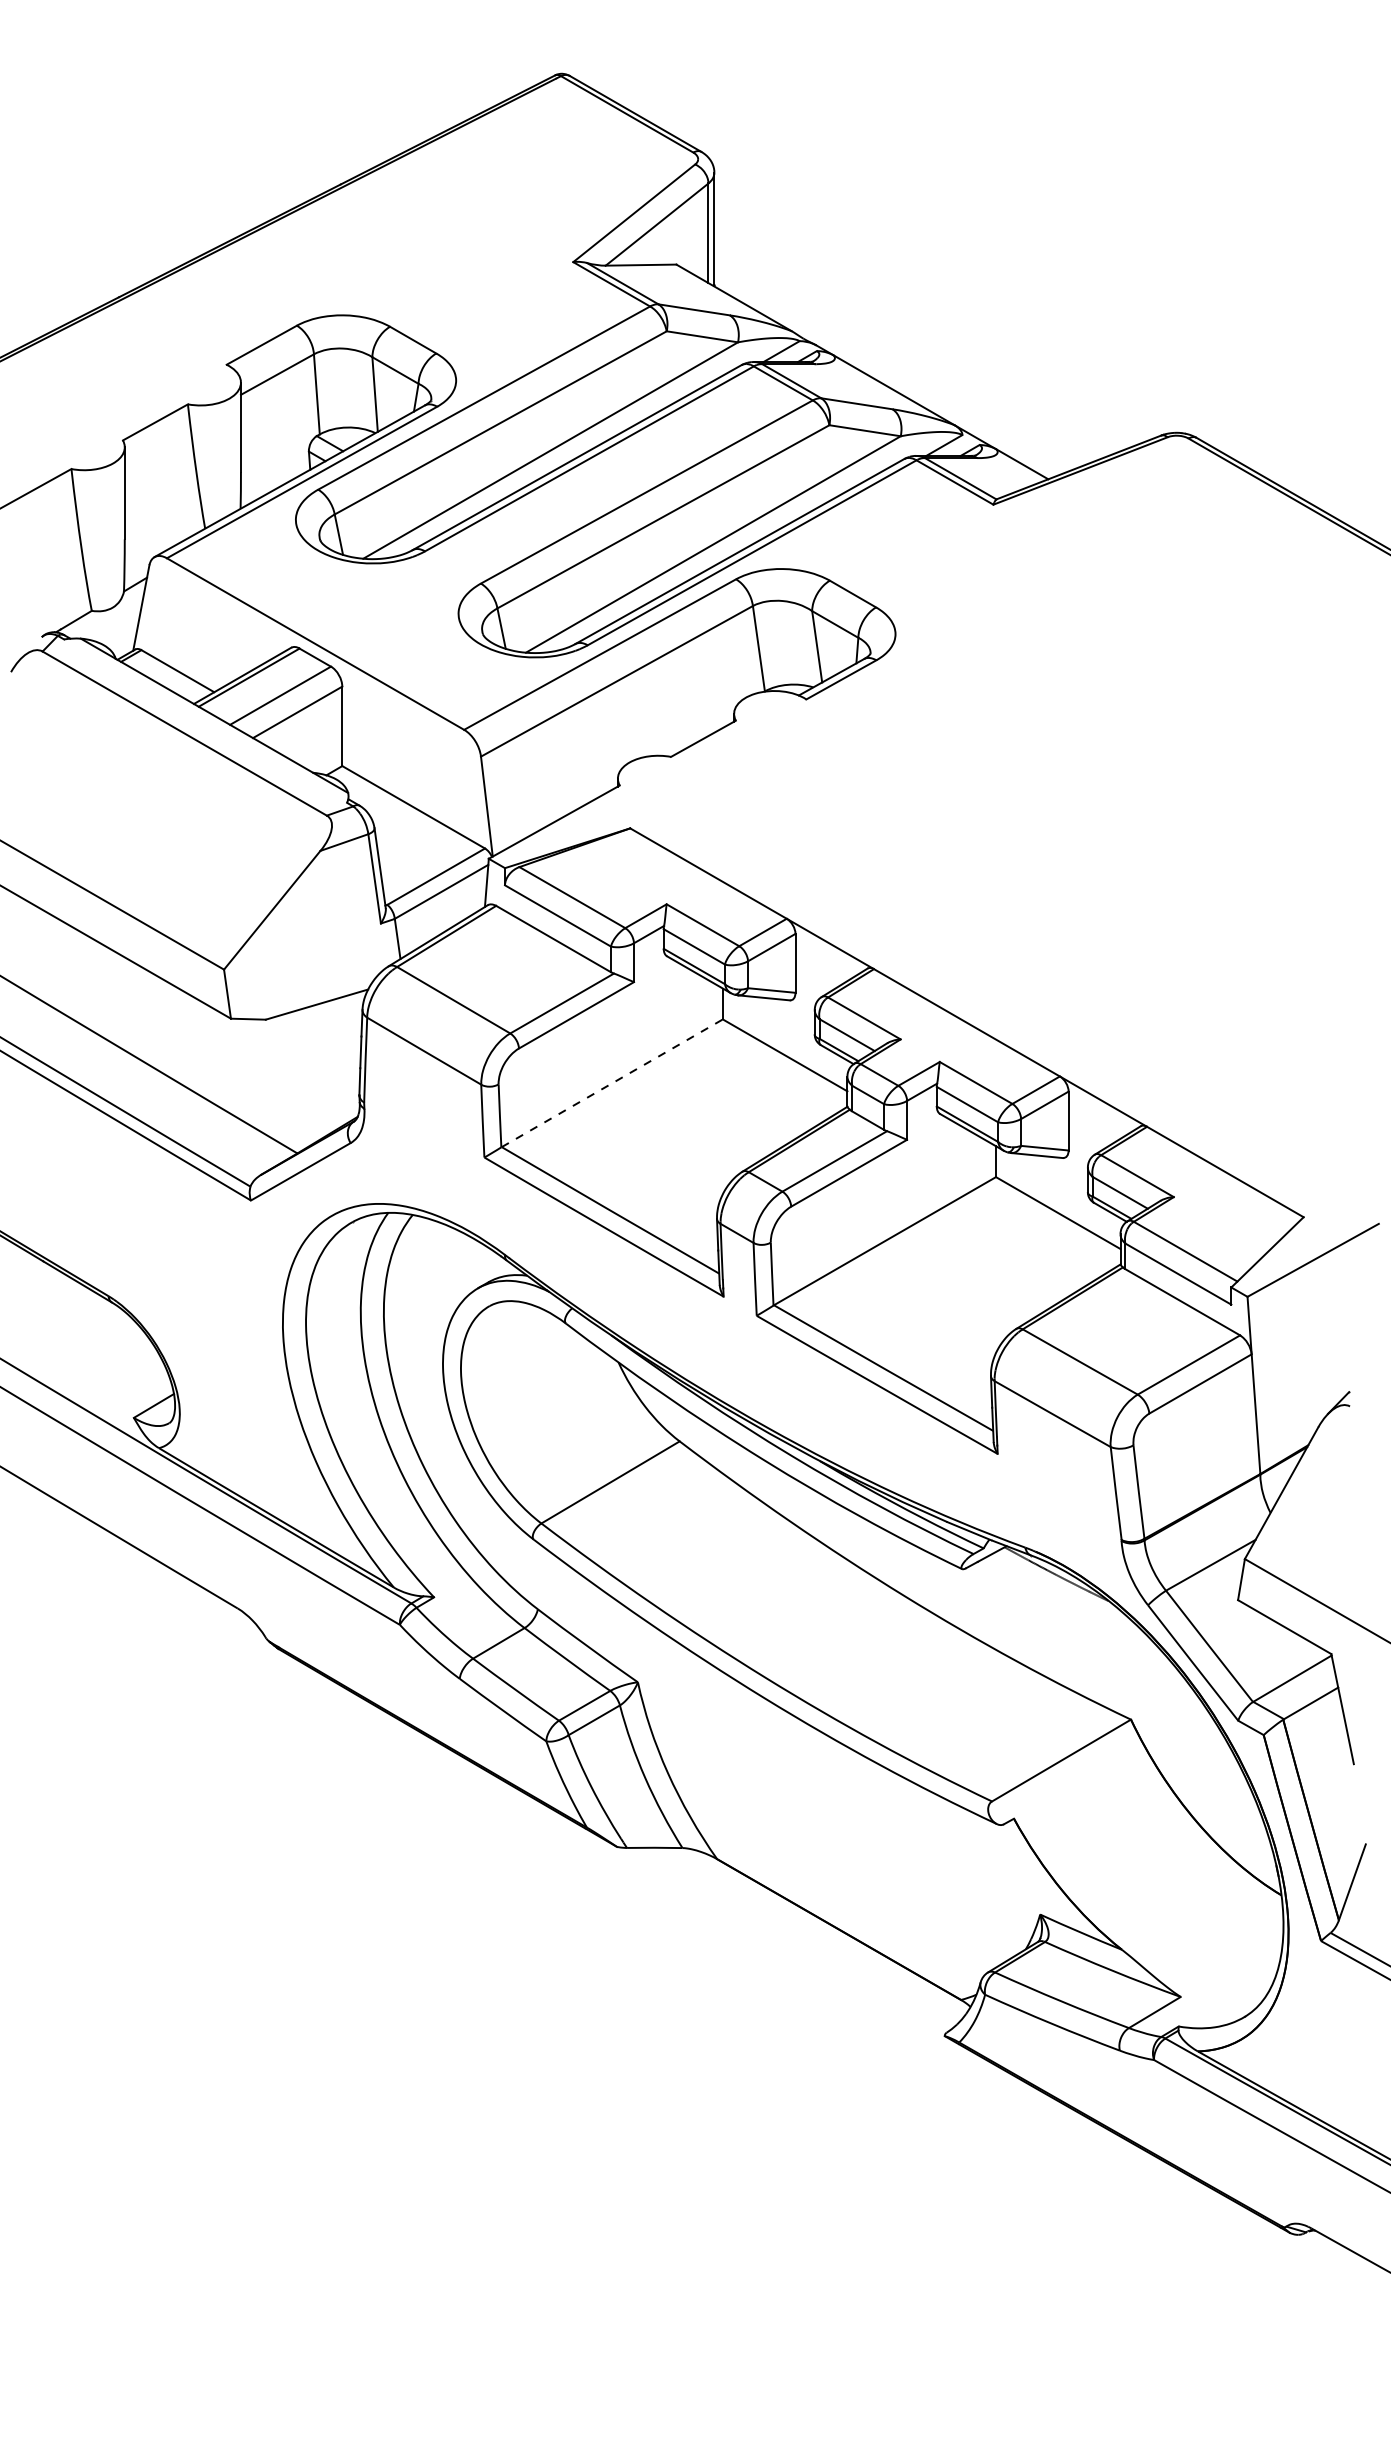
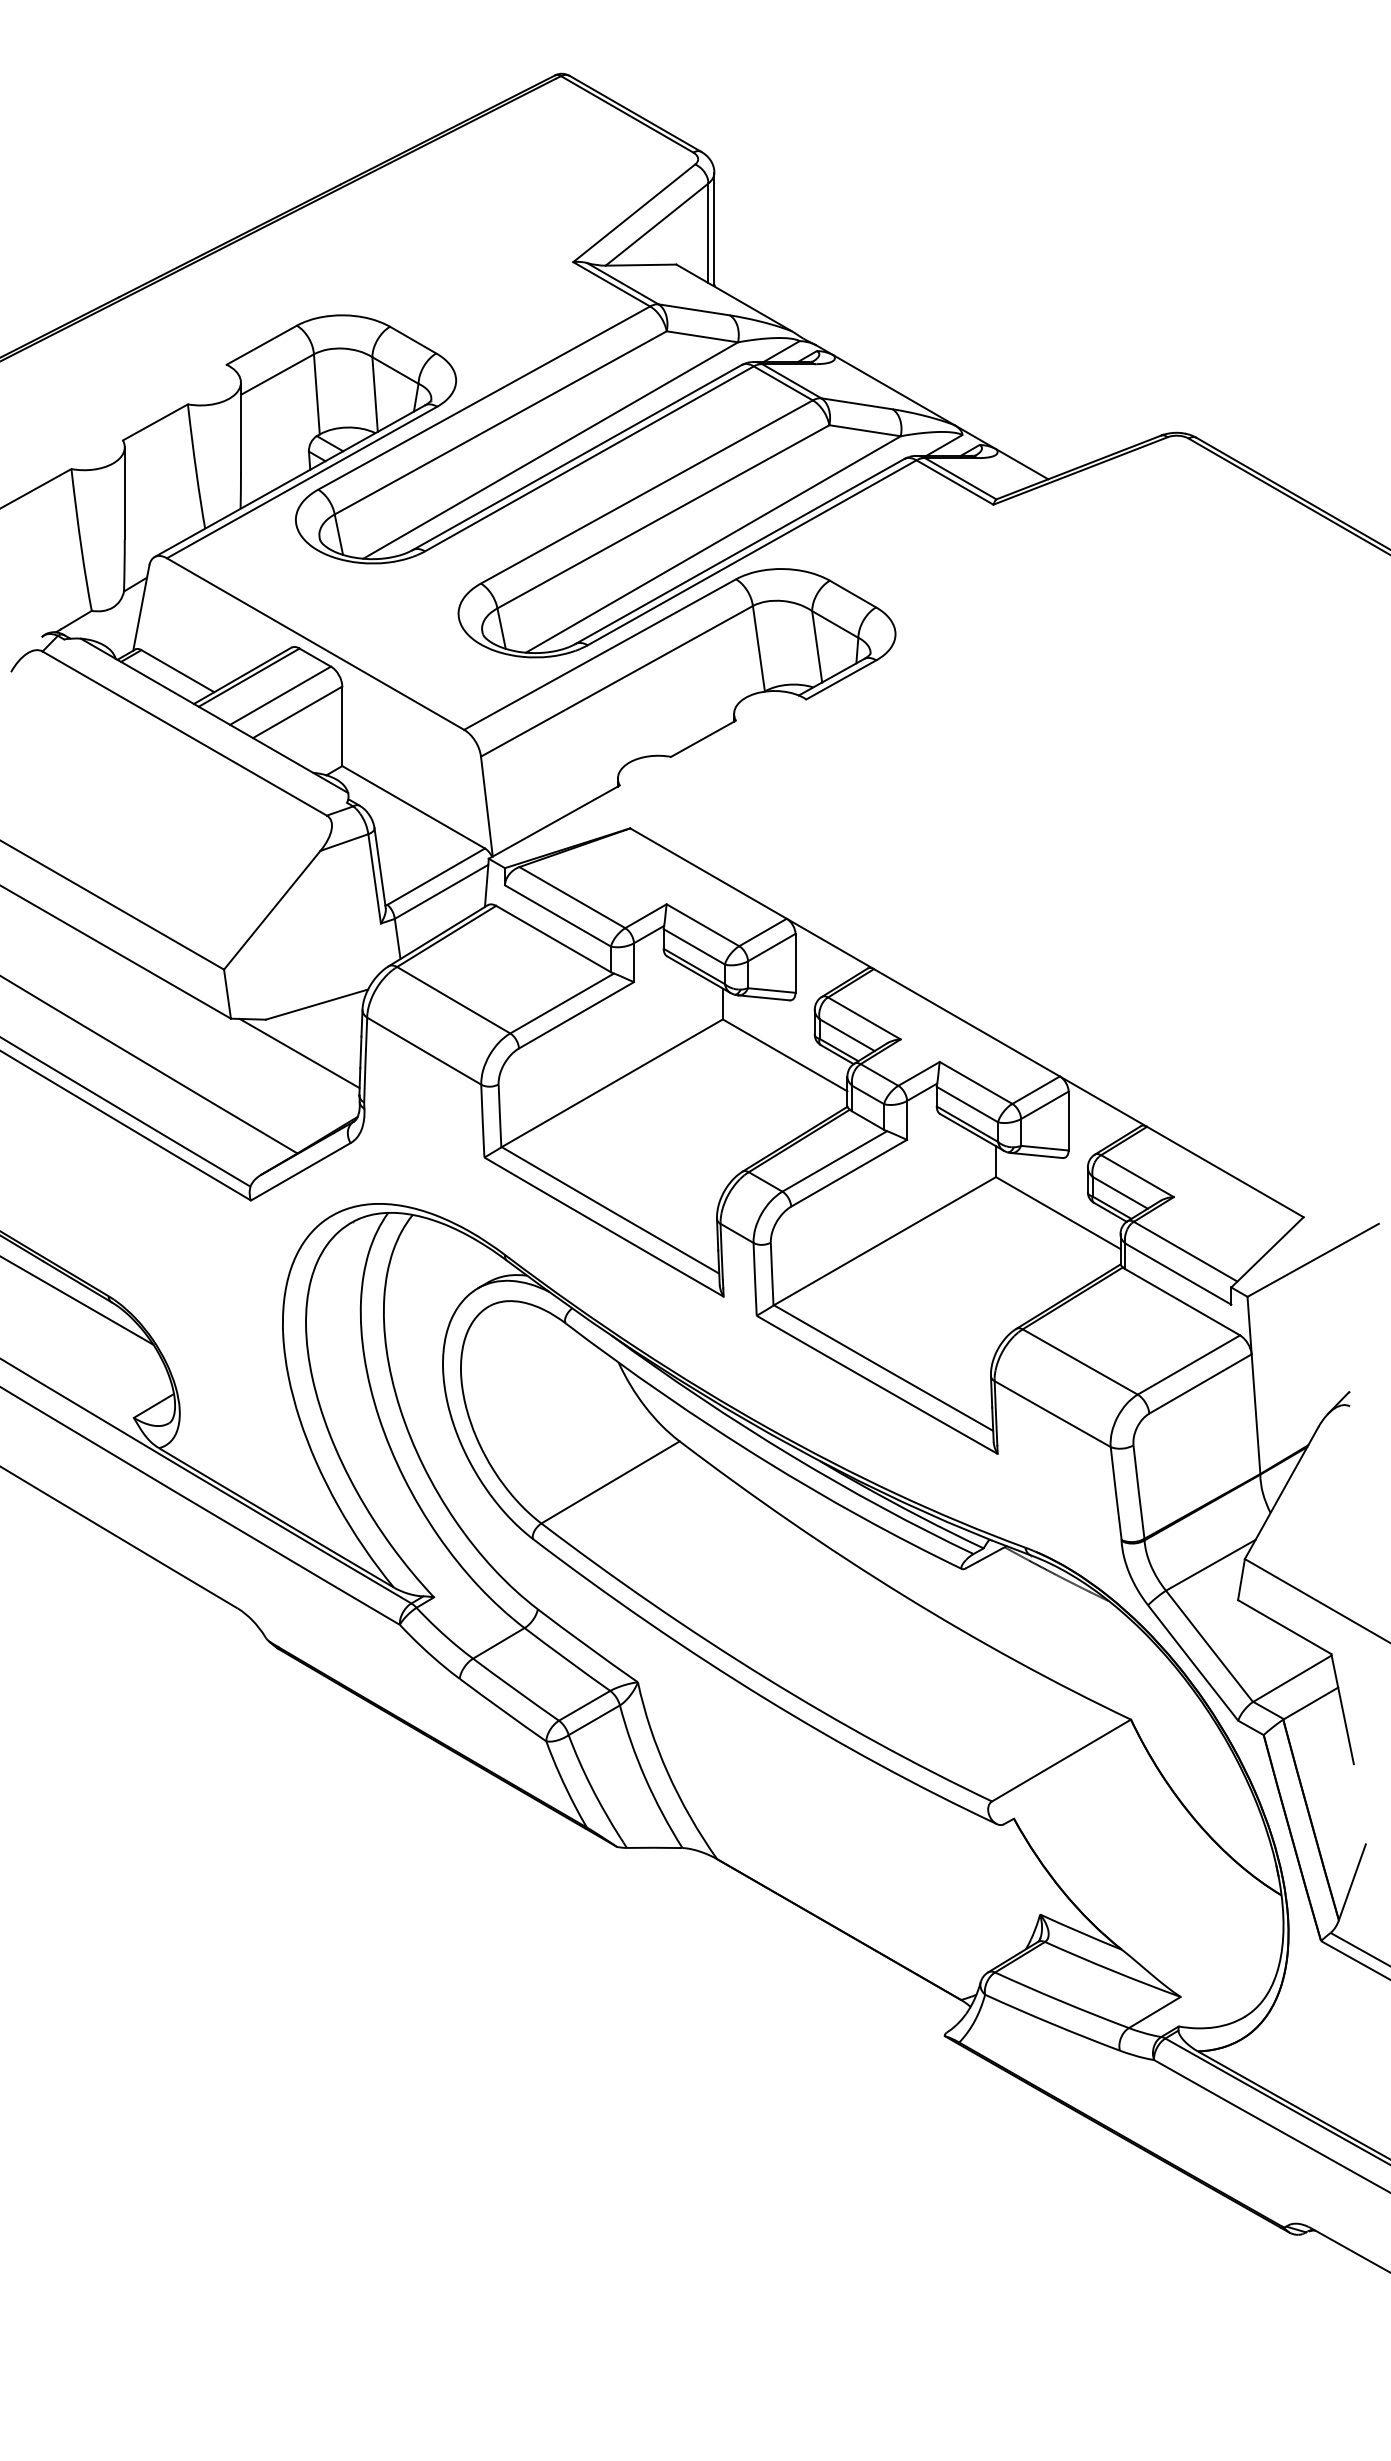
line at (299, 1053): none -> present
line at (612, 1083): dashed -> solid
line at (77, 1300): none -> present
